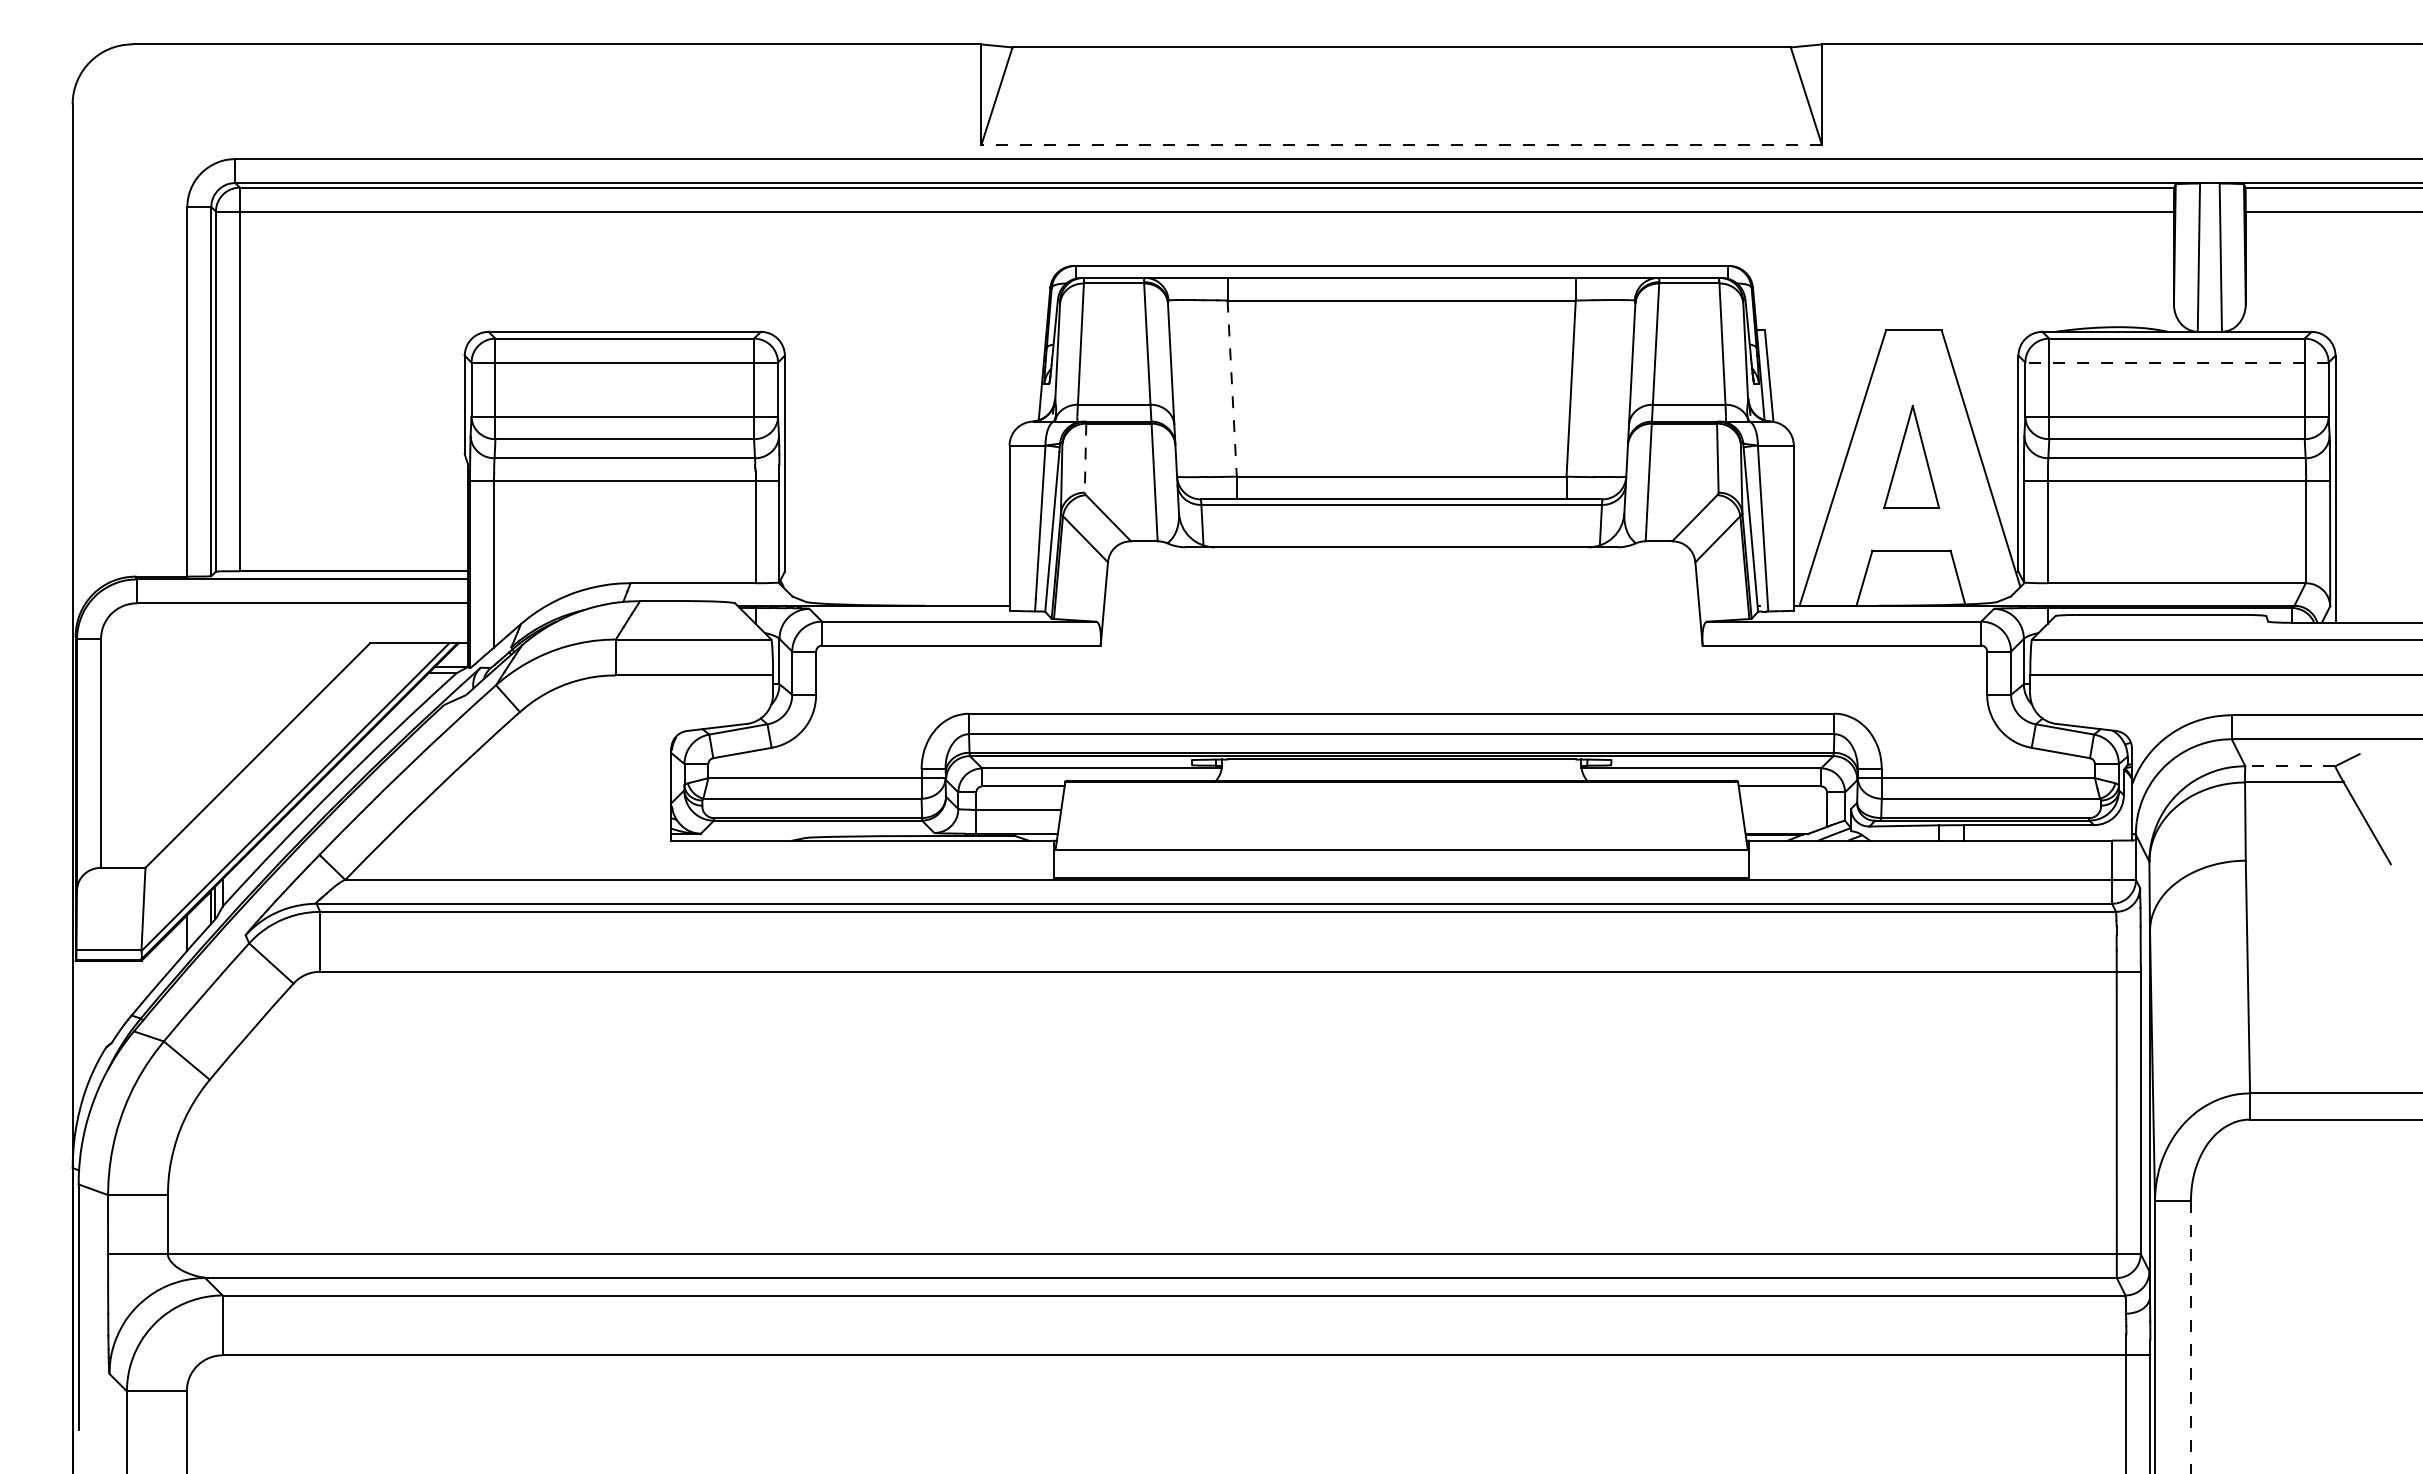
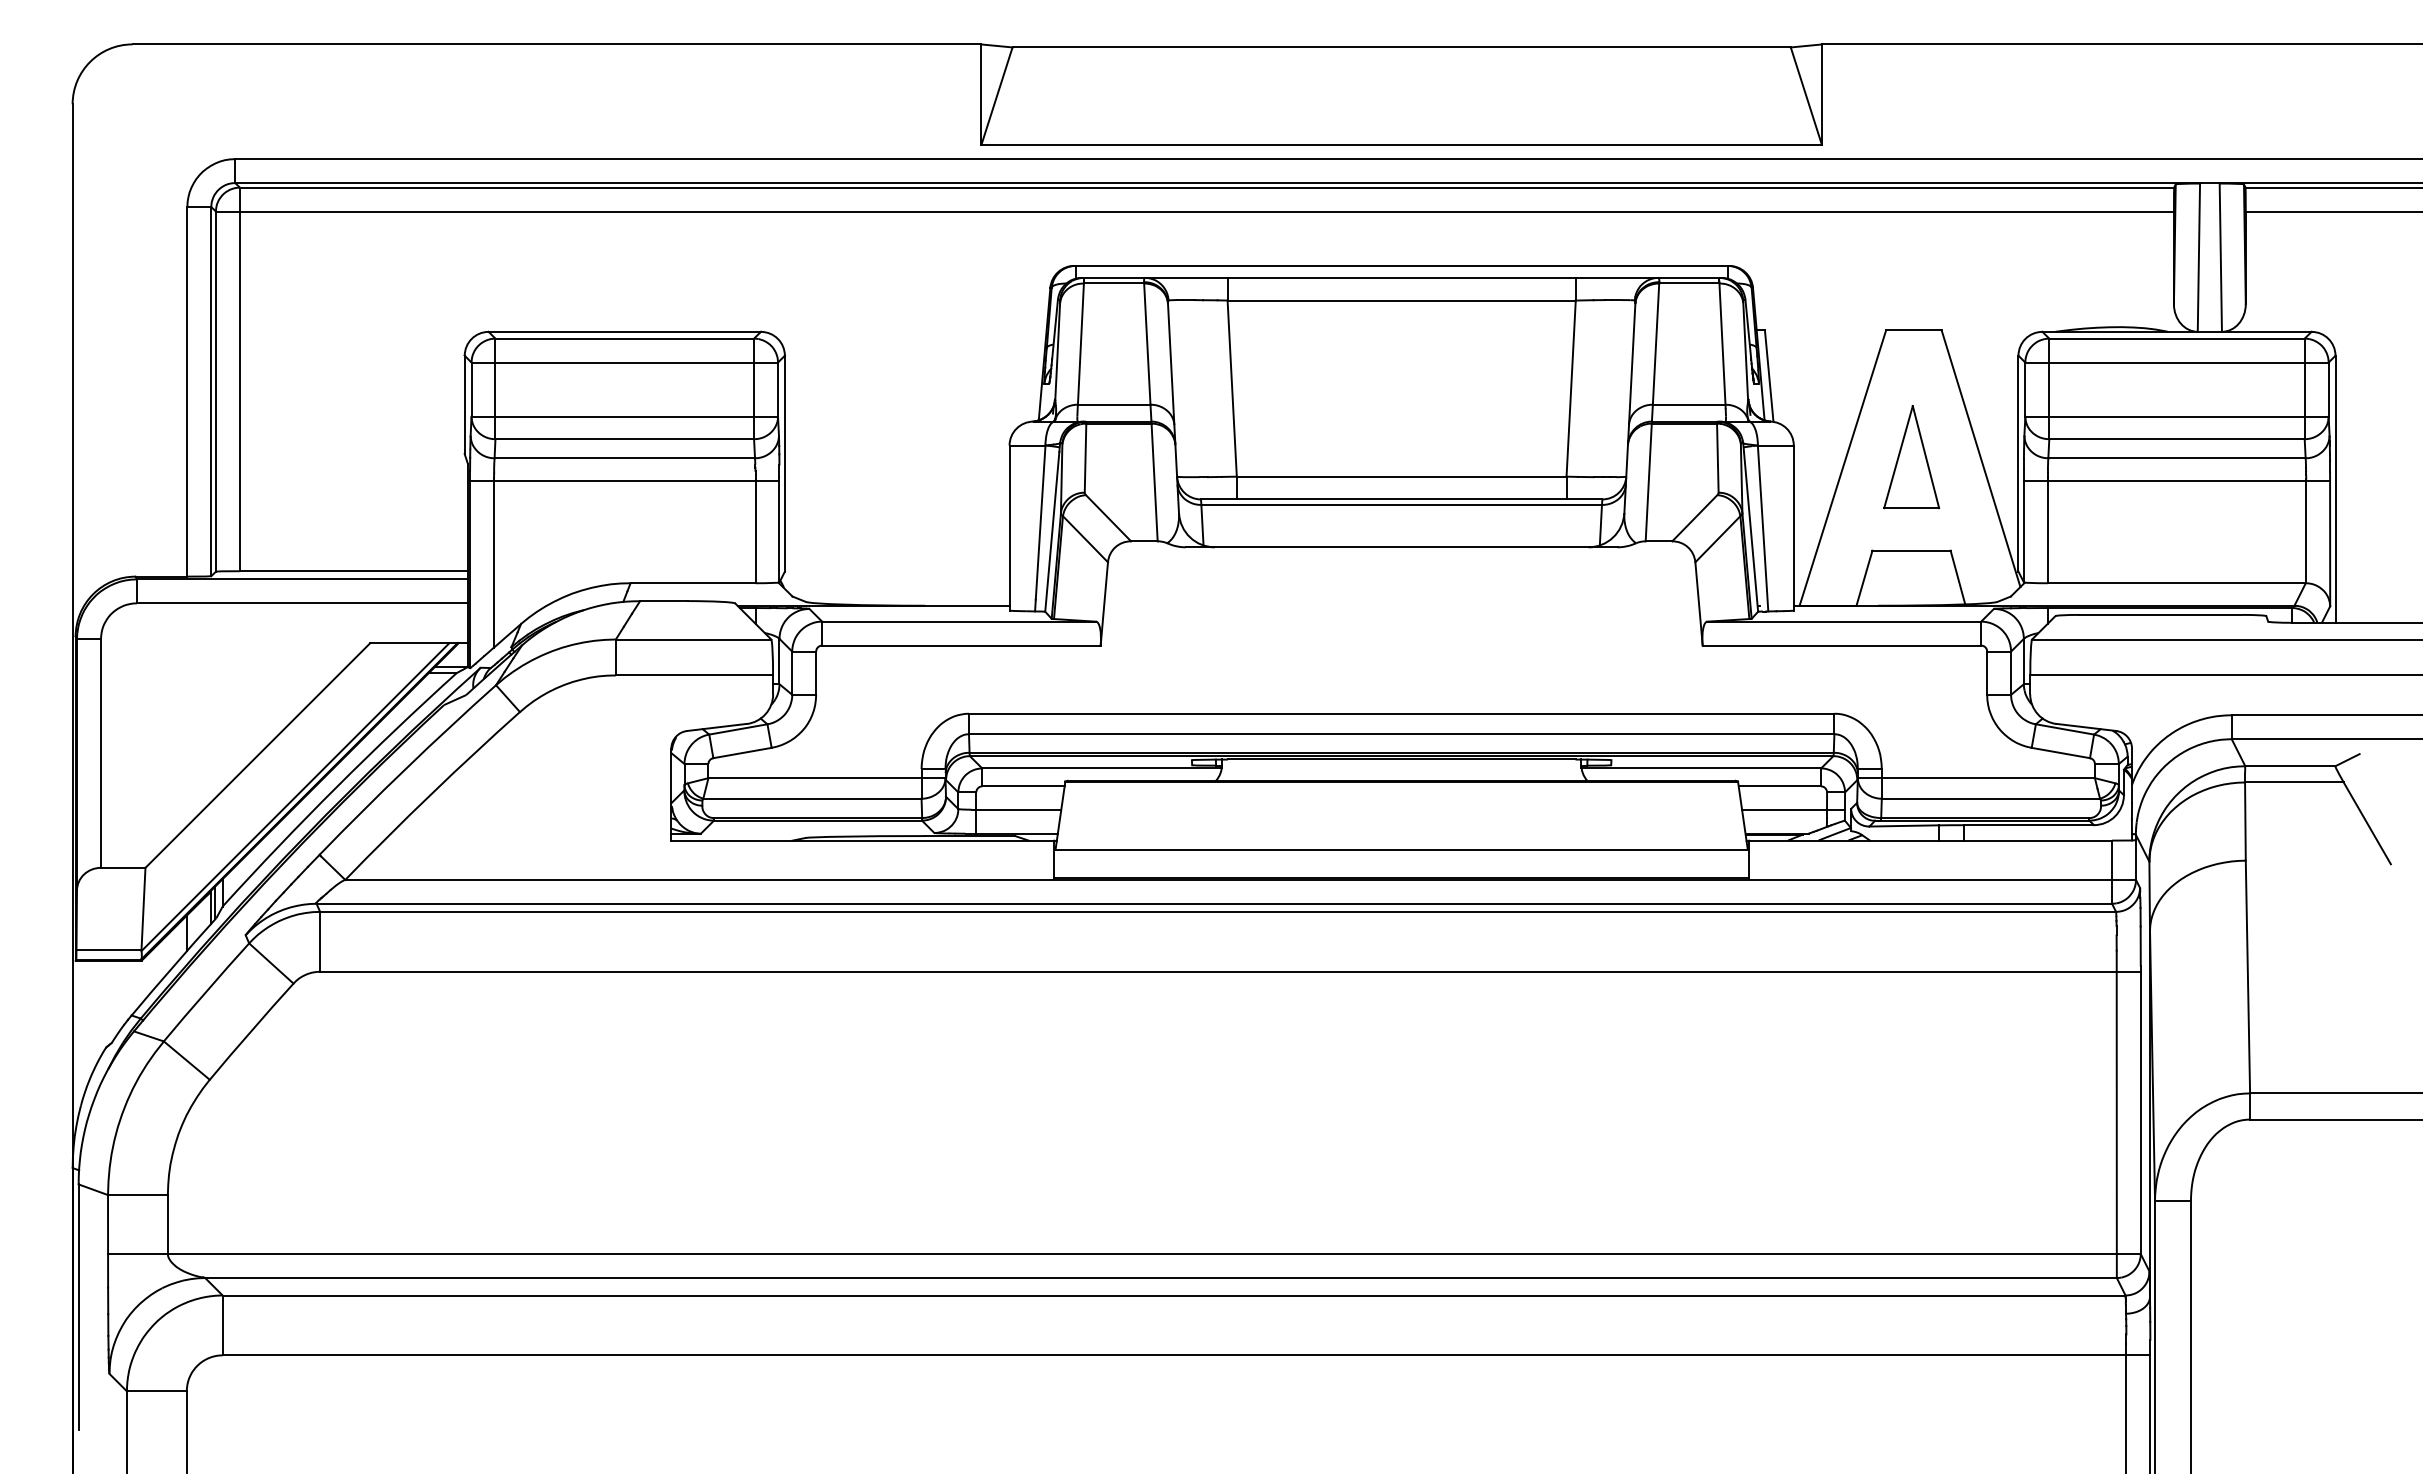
line at (1401, 144): dashed -> solid
line at (2176, 362): dashed -> solid
line at (1232, 389): dashed -> solid
line at (1085, 458): dashed -> solid
line at (2289, 766): dashed -> solid
line at (1793, 809): none -> present
line at (2190, 1337): dashed -> solid
